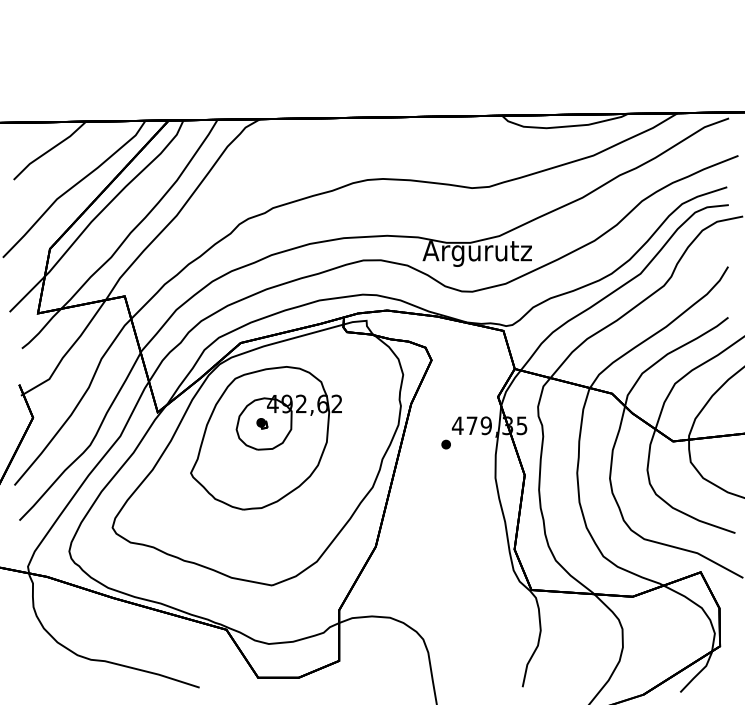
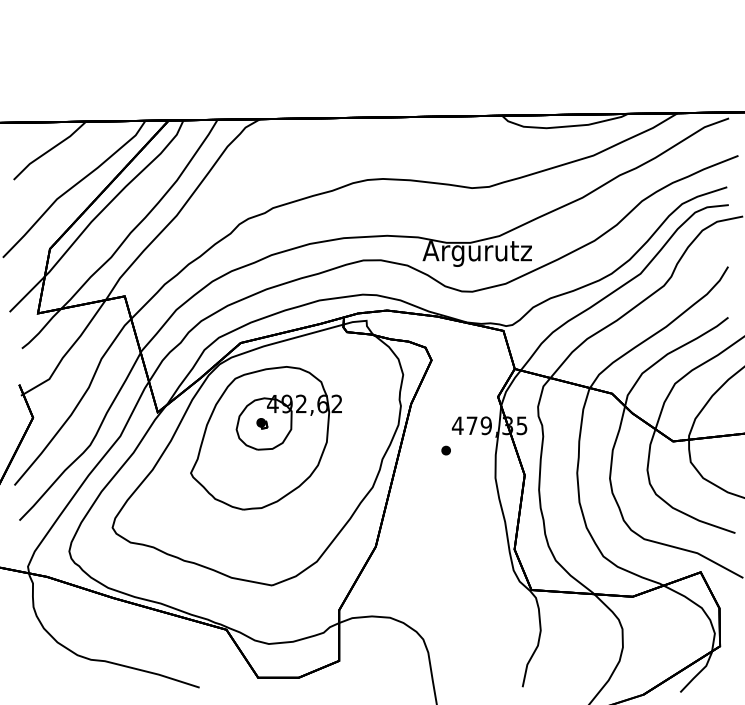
part at (445, 444) position: (445, 444) -> (445, 450)
